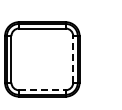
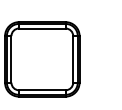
line at (73, 58): dashed -> solid
line at (42, 90): dashed -> solid
